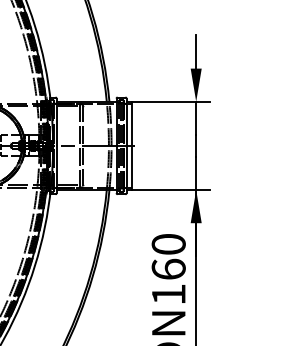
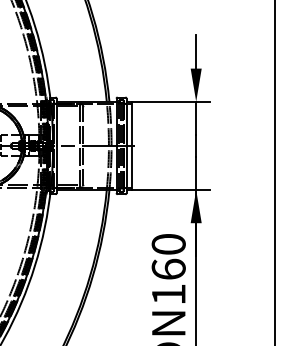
line at (274, 172): none -> present
